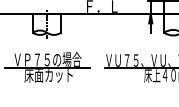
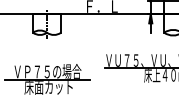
part at (47, 67) position: (47, 67) -> (47, 79)
